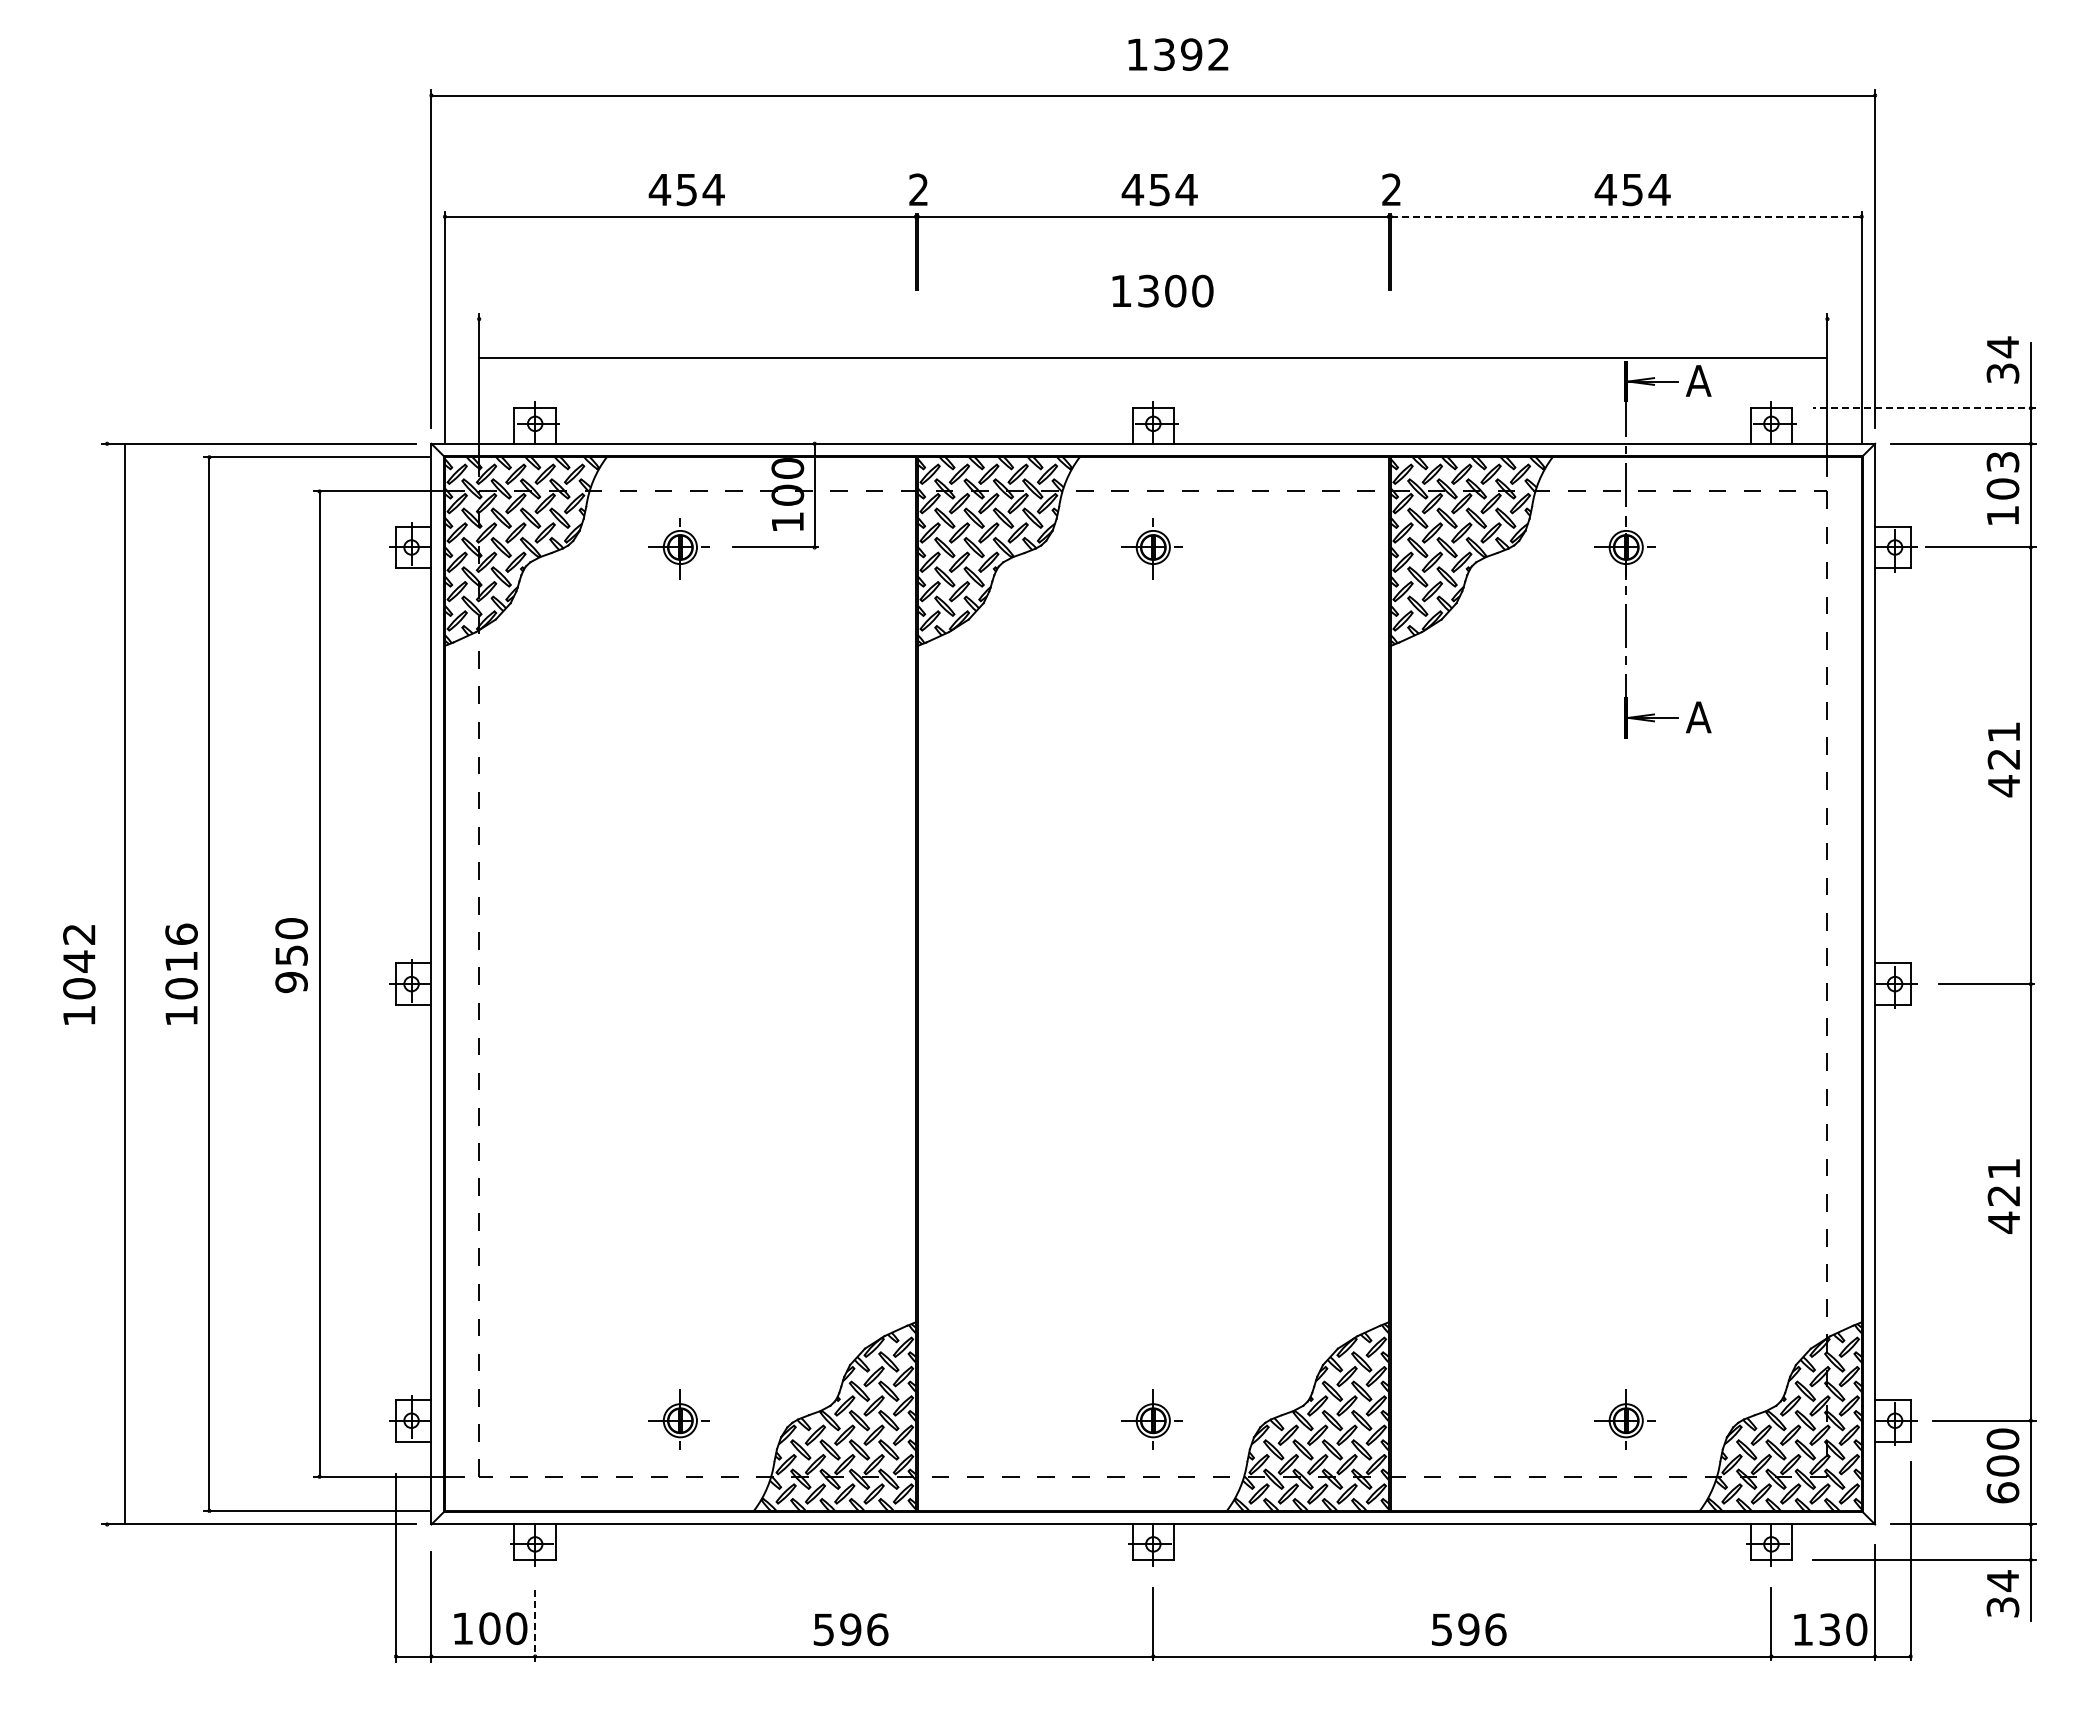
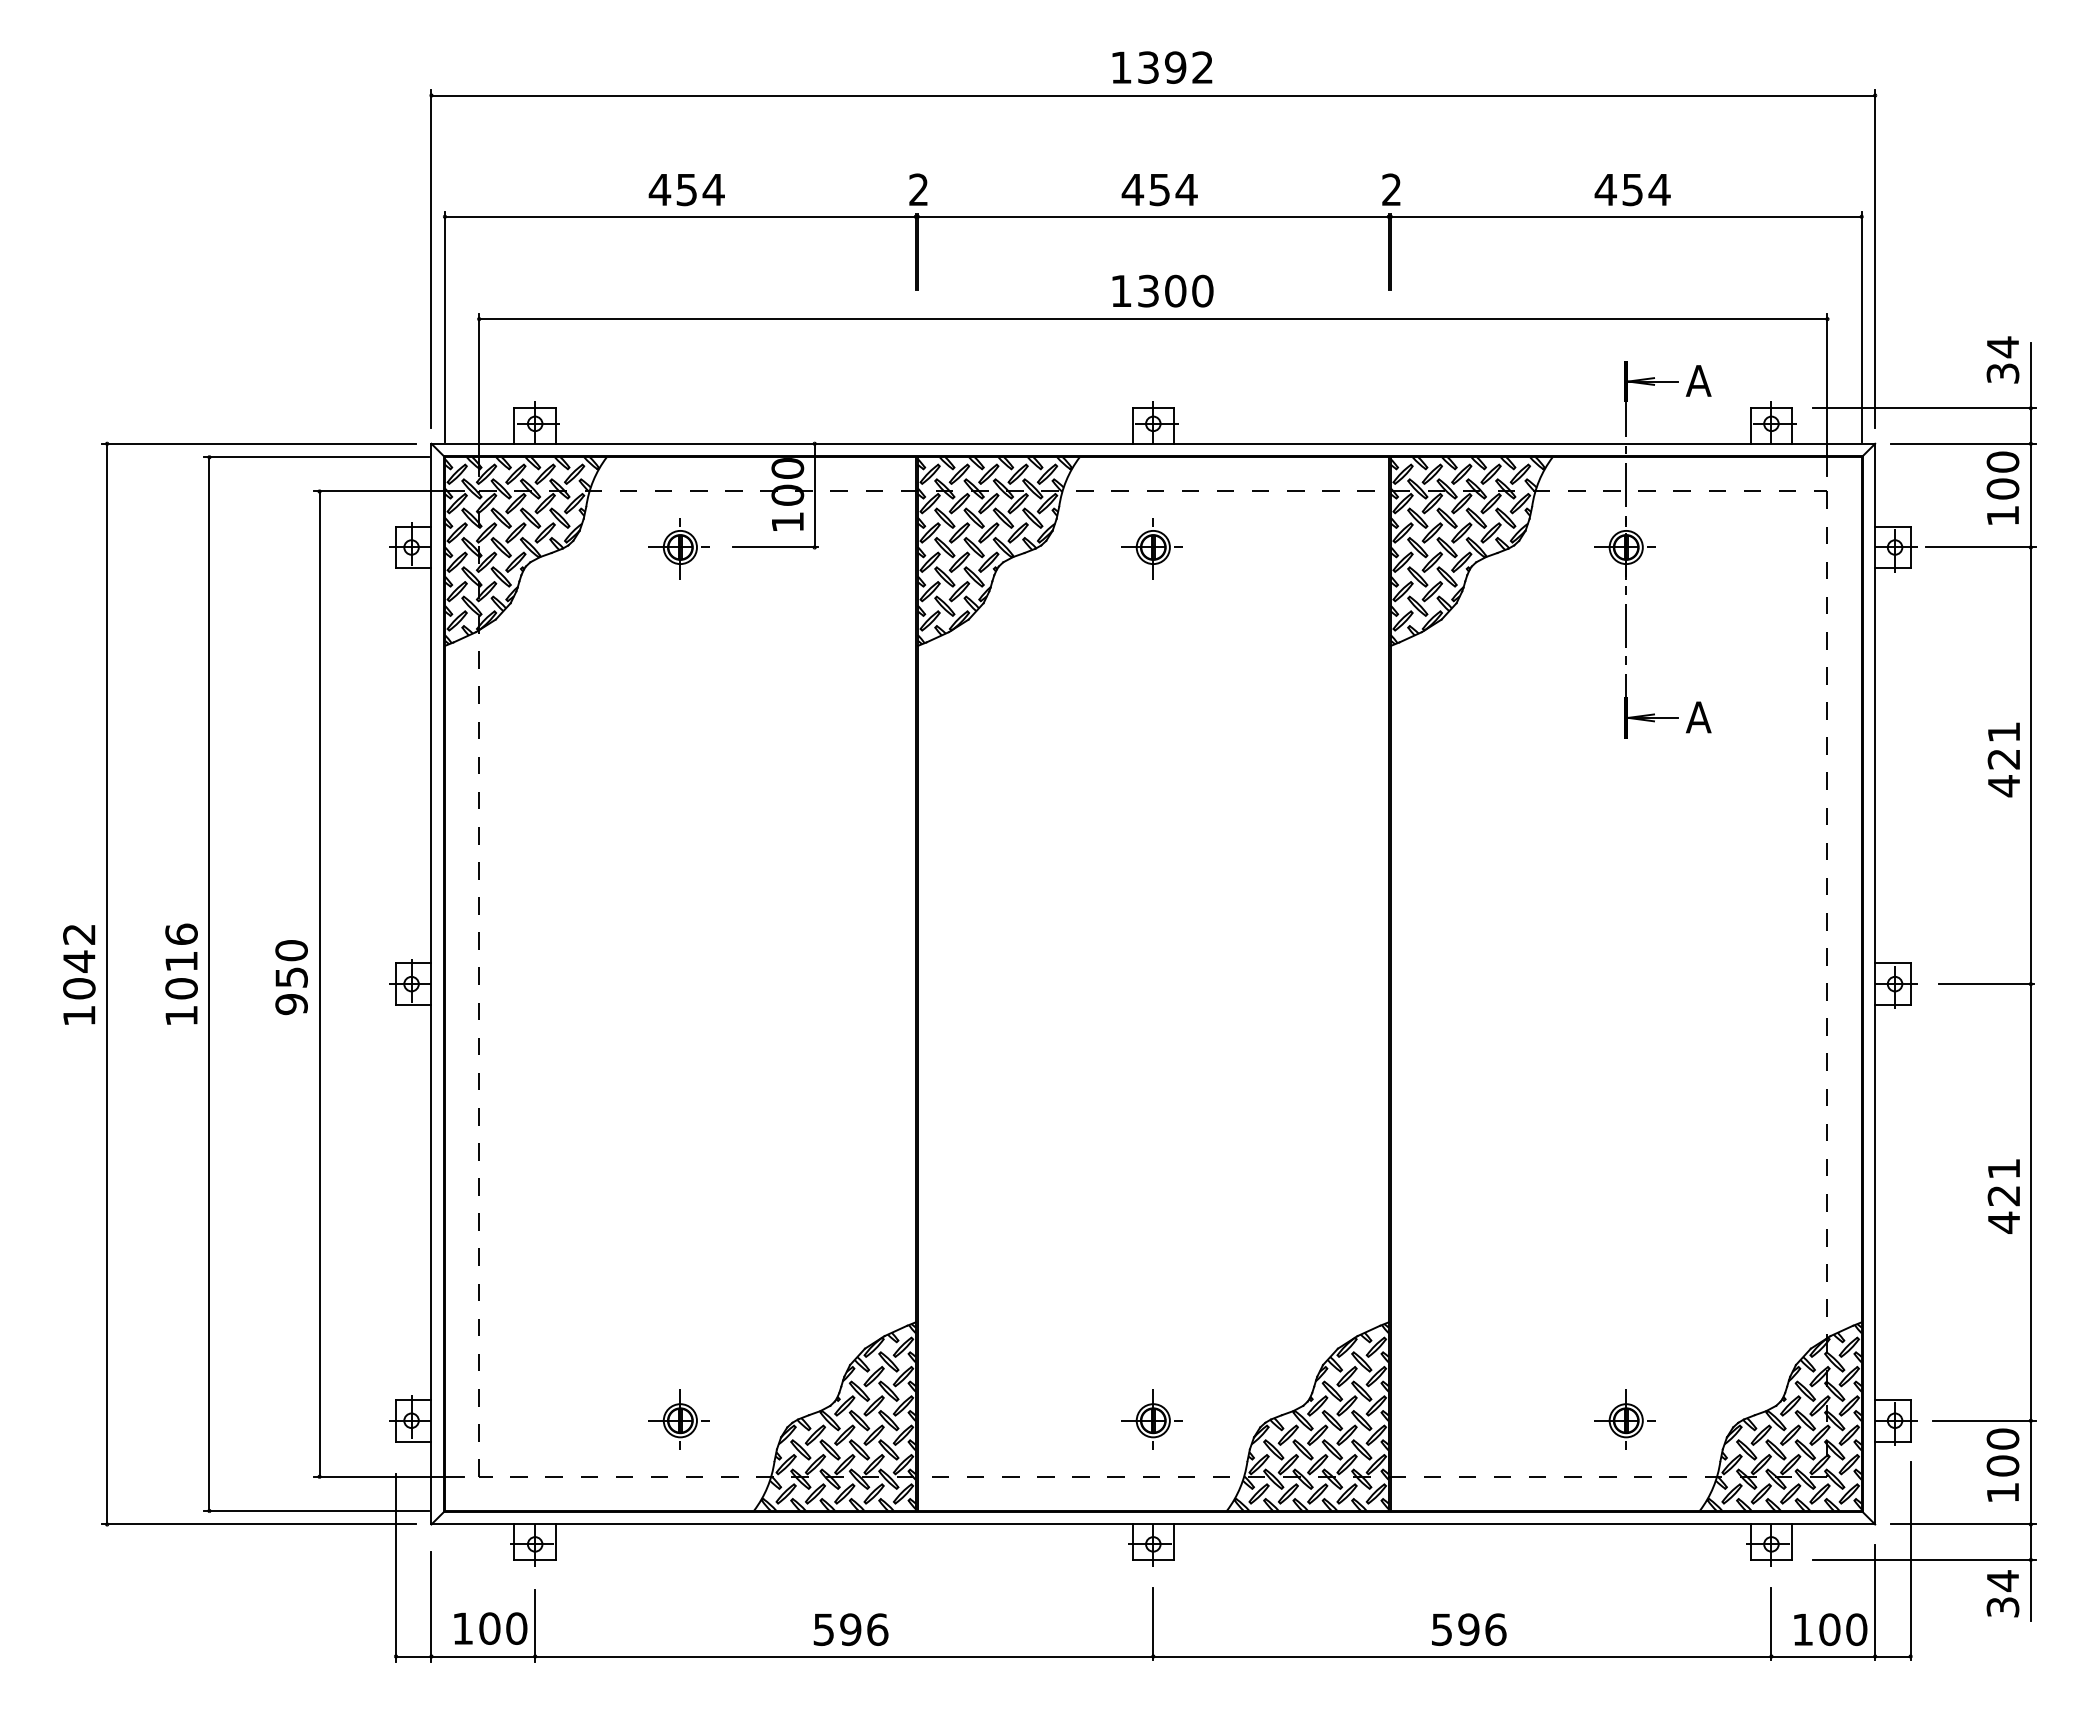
text at (1178, 54) position: (1178, 54) -> (1162, 67)
line at (1626, 216): dashed -> solid
line at (1153, 358) position: (1153, 358) -> (1153, 319)
line at (1924, 408): dashed -> solid
text at (2002, 461): 103 -> 100
text at (291, 955) position: (291, 955) -> (291, 977)
line at (125, 983) position: (125, 983) -> (107, 983)
text at (2002, 1492): 600 -> 100
line at (535, 1626): dashed -> solid
text at (1829, 1629): 130 -> 100
